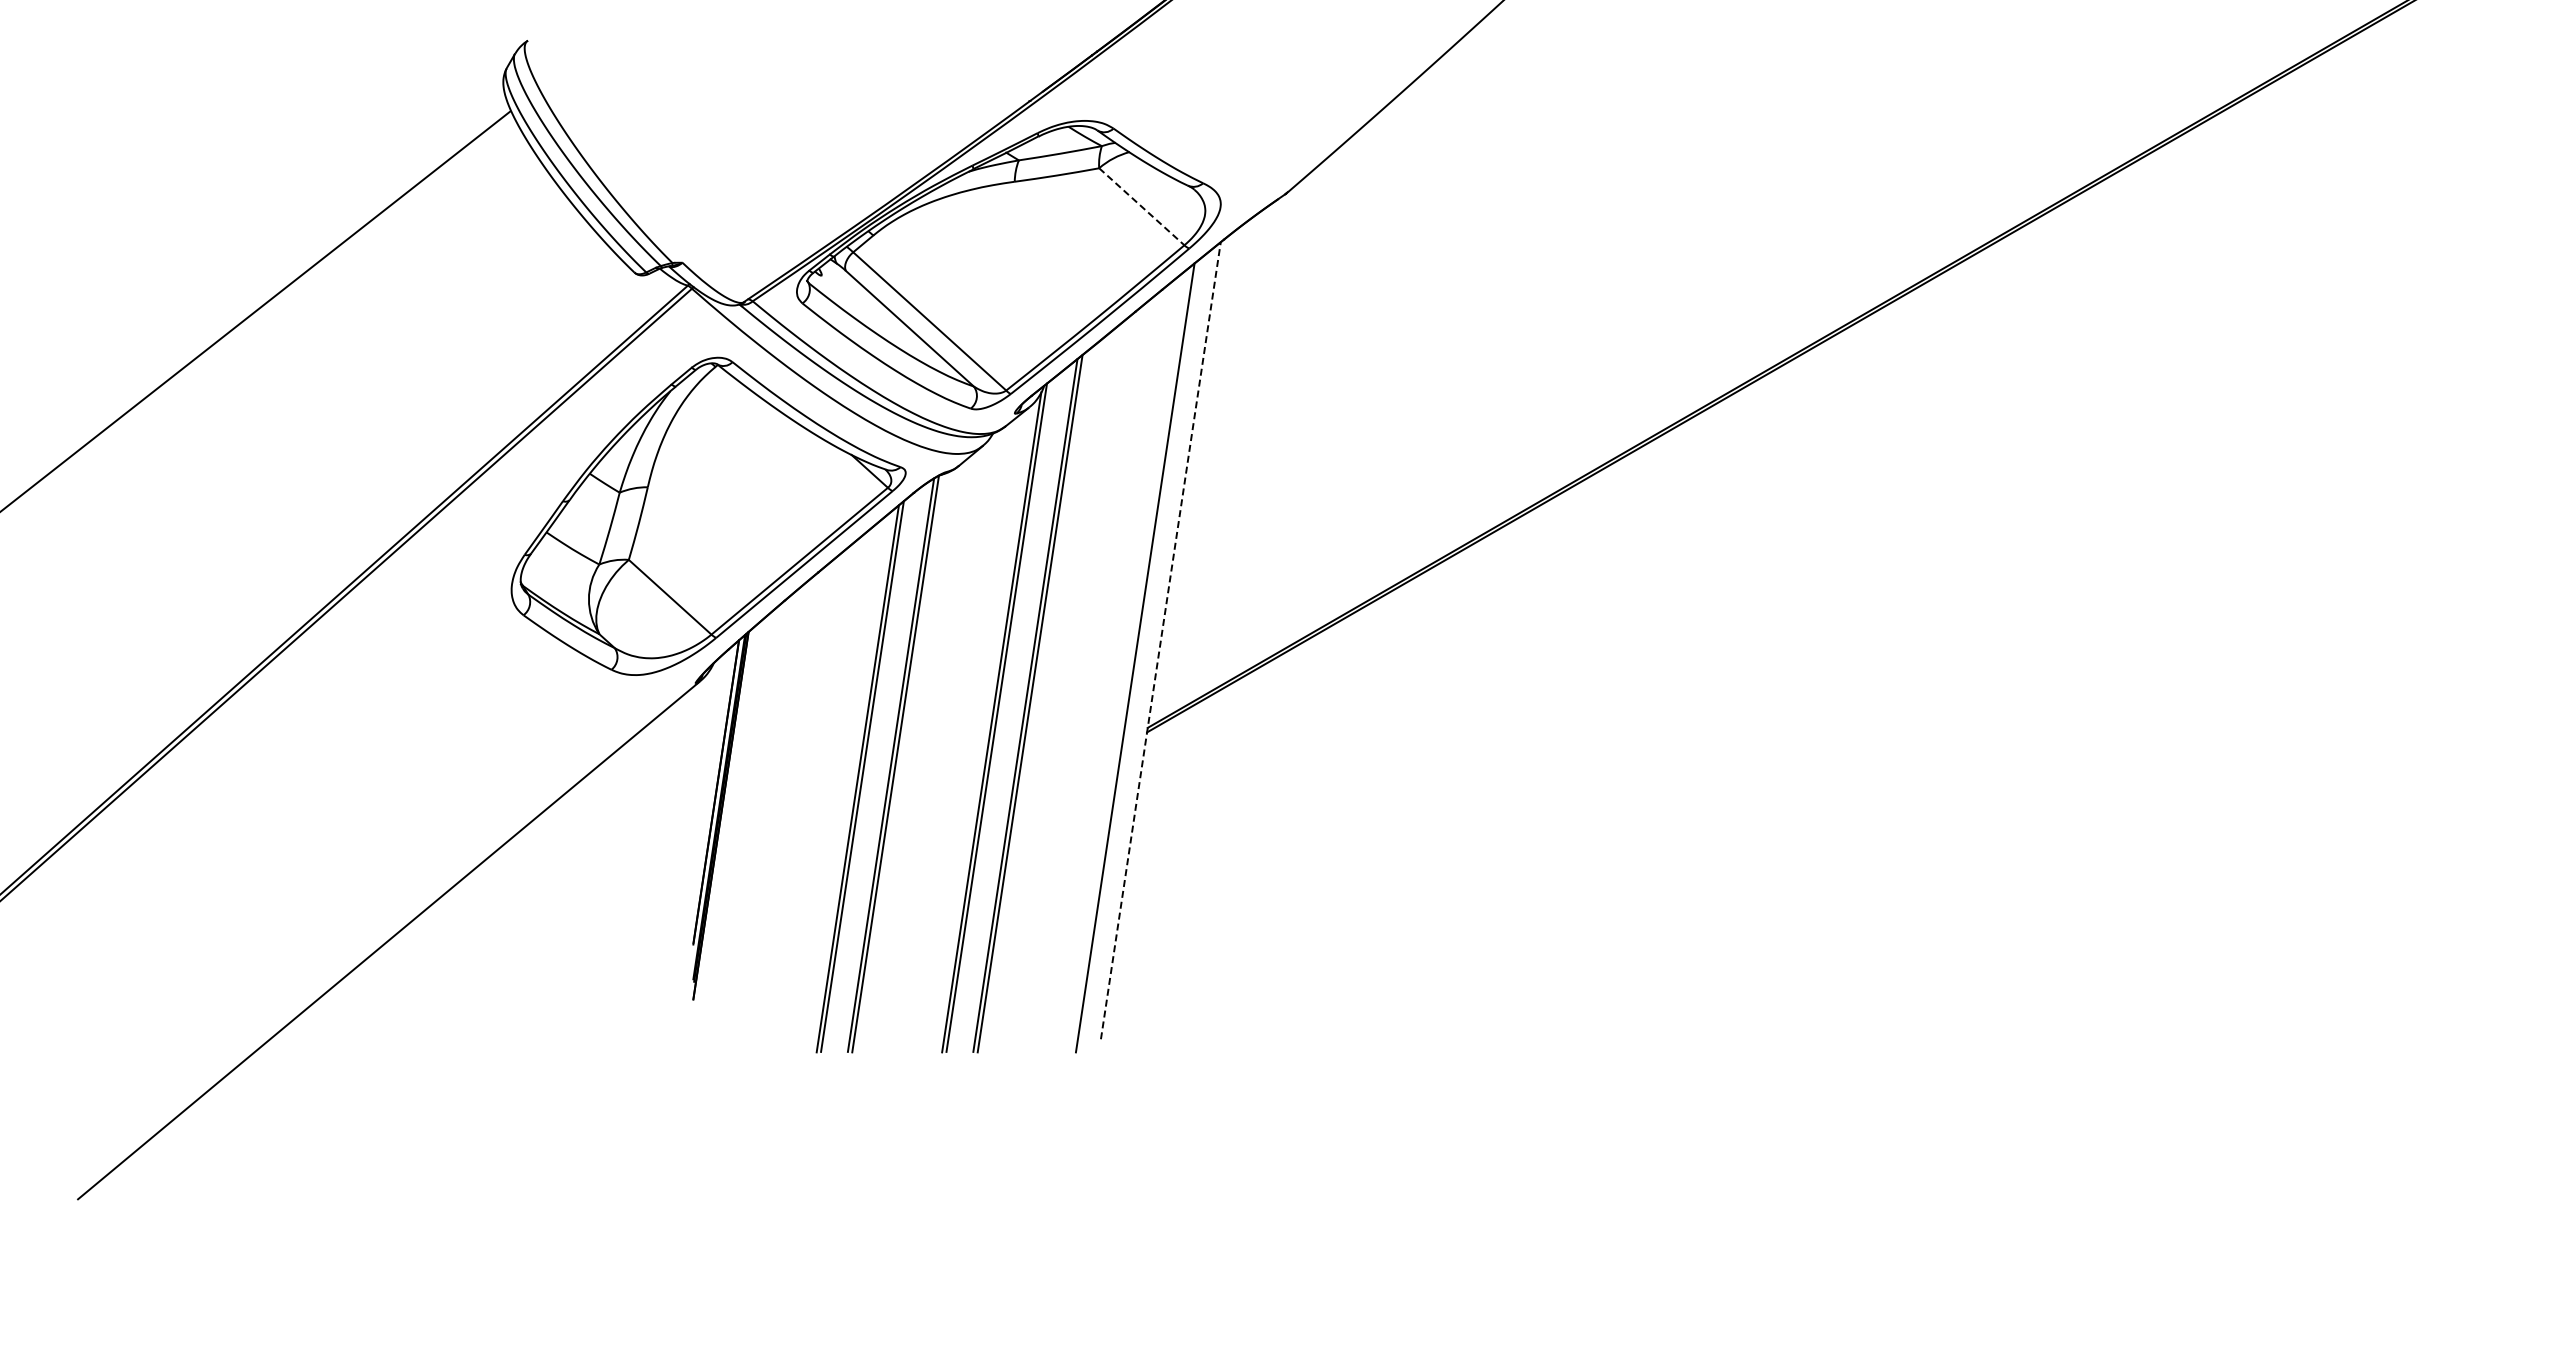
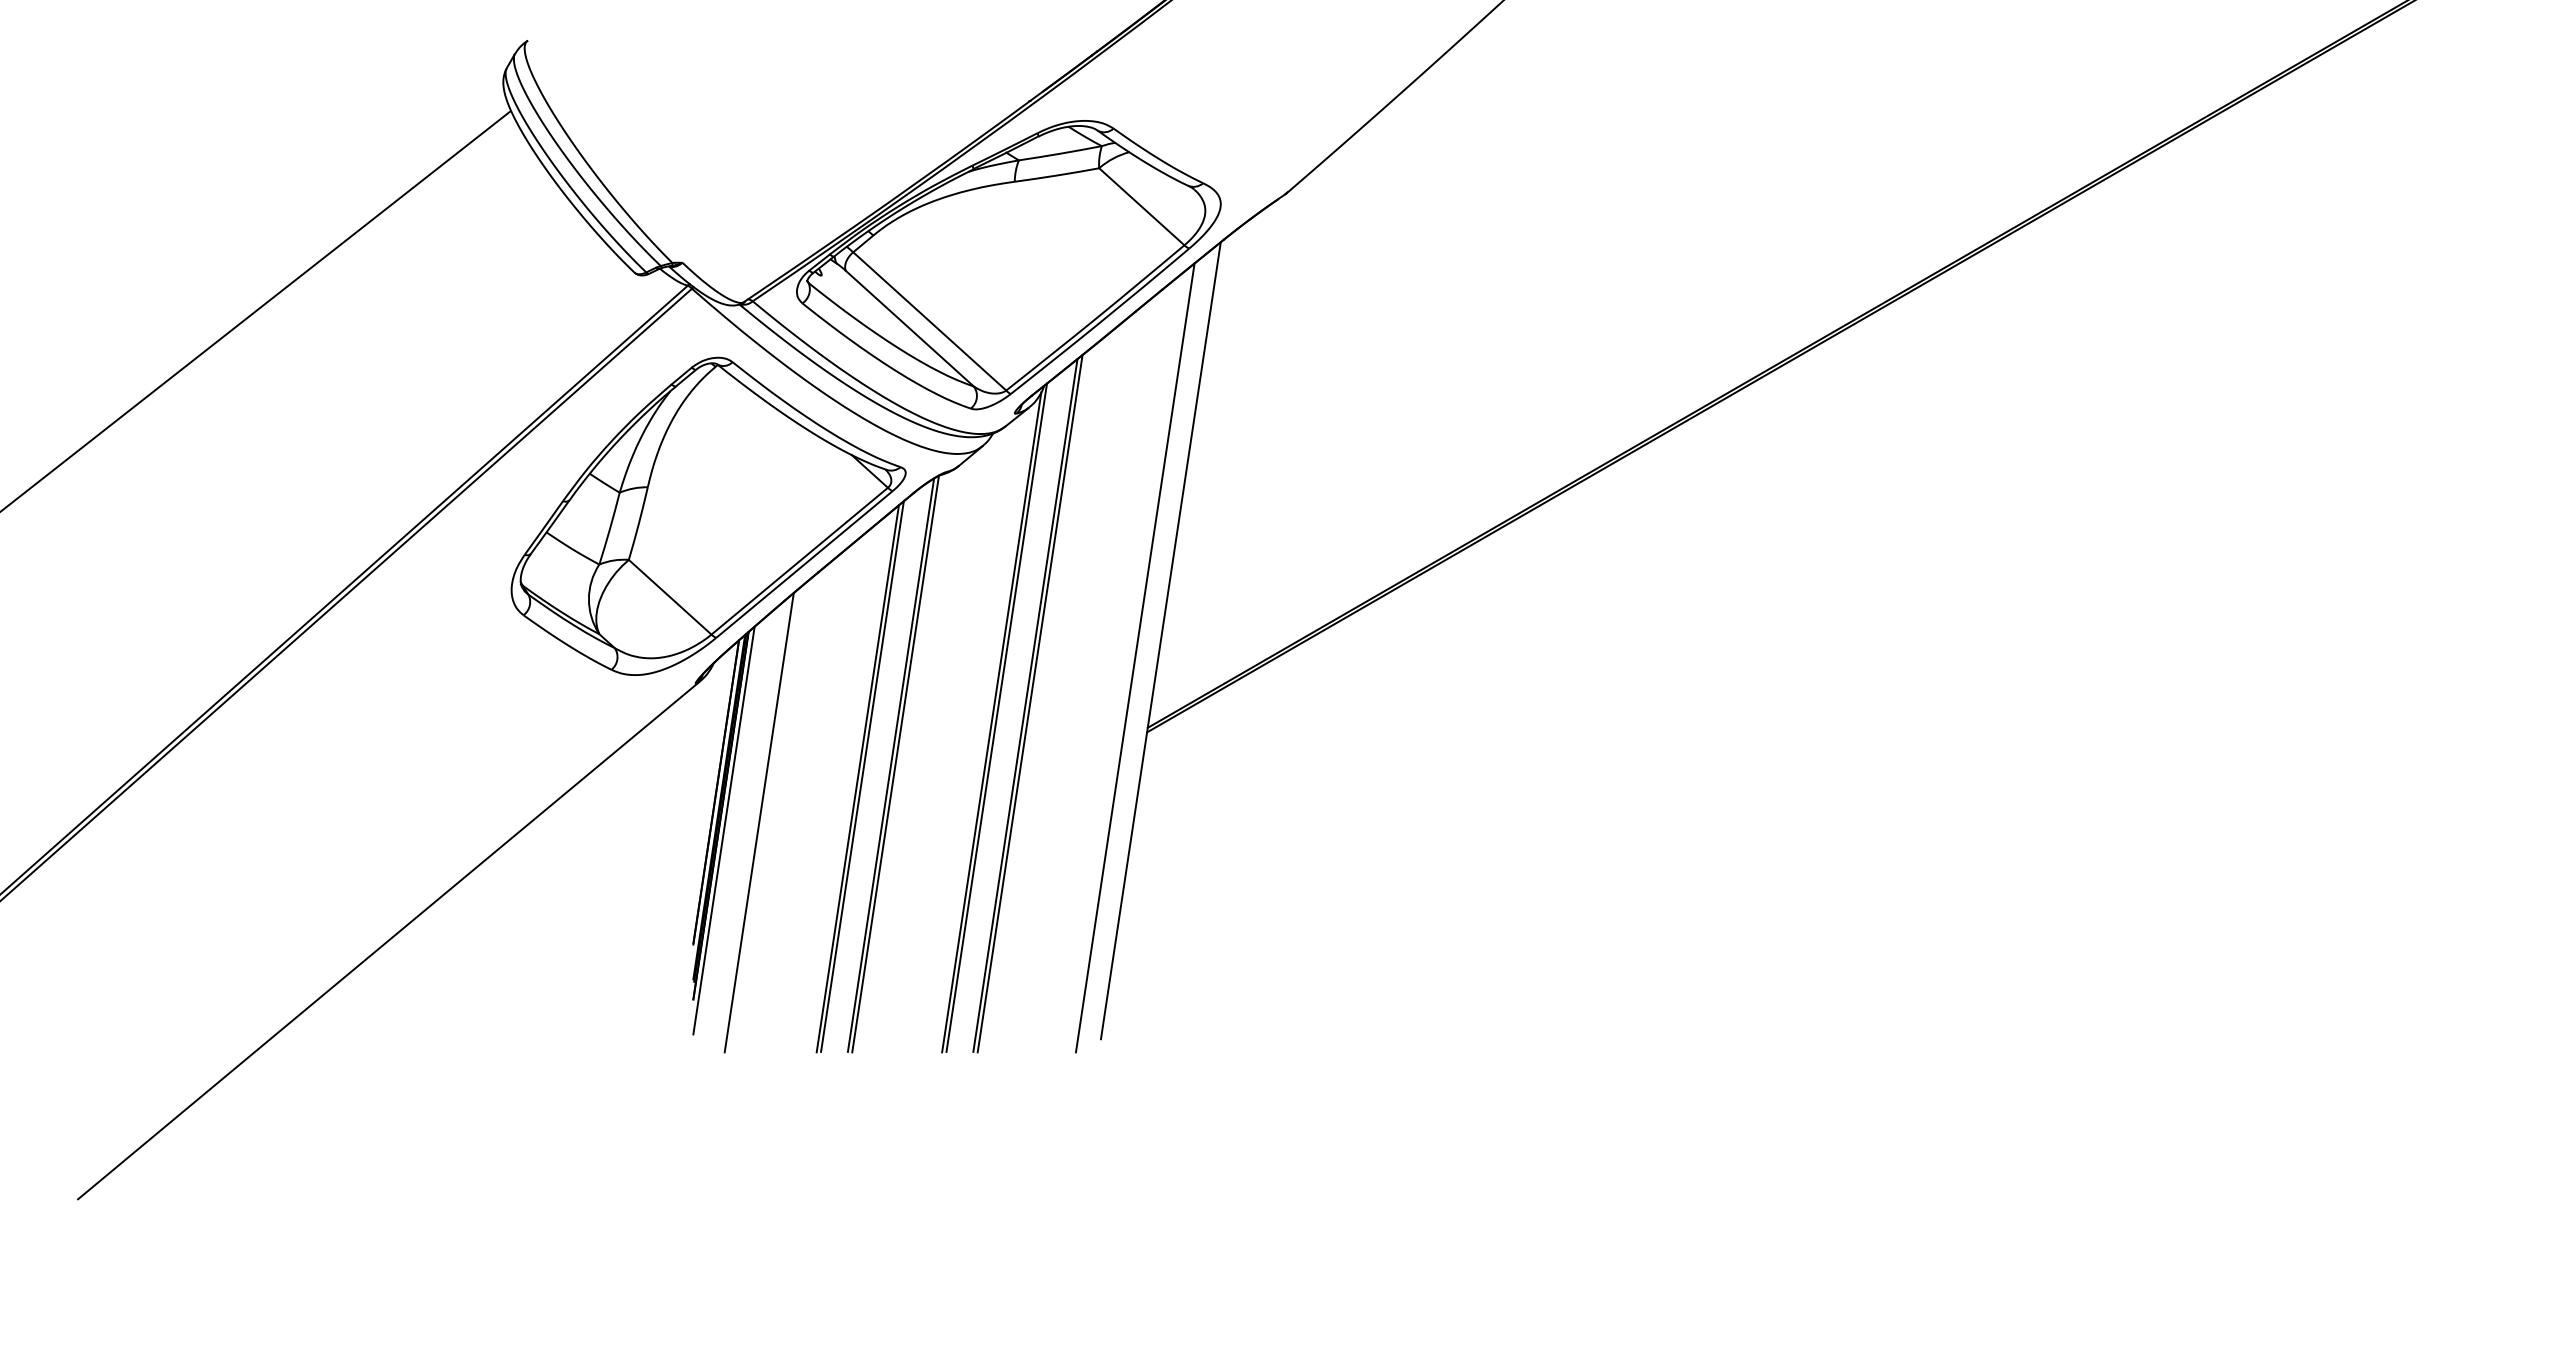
line at (1142, 207): dashed -> solid
line at (1160, 640): dashed -> solid
line at (758, 822): none -> present
line at (723, 830): none -> present
